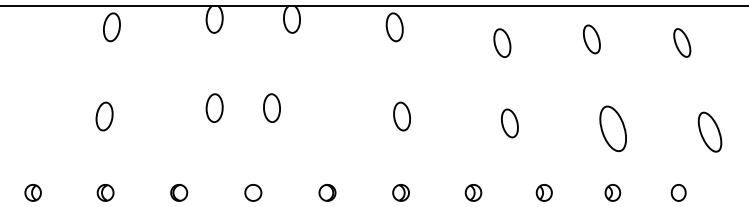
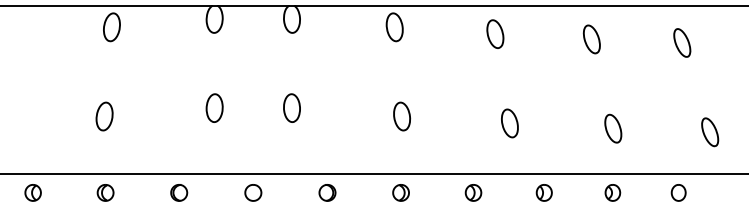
part at (502, 42) position: (502, 42) -> (495, 33)
part at (271, 107) position: (271, 107) -> (291, 107)
part at (612, 128) size: 28x48 px -> 19x31 px
part at (709, 131) size: 26x42 px -> 19x31 px
line at (373, 173): none -> present
